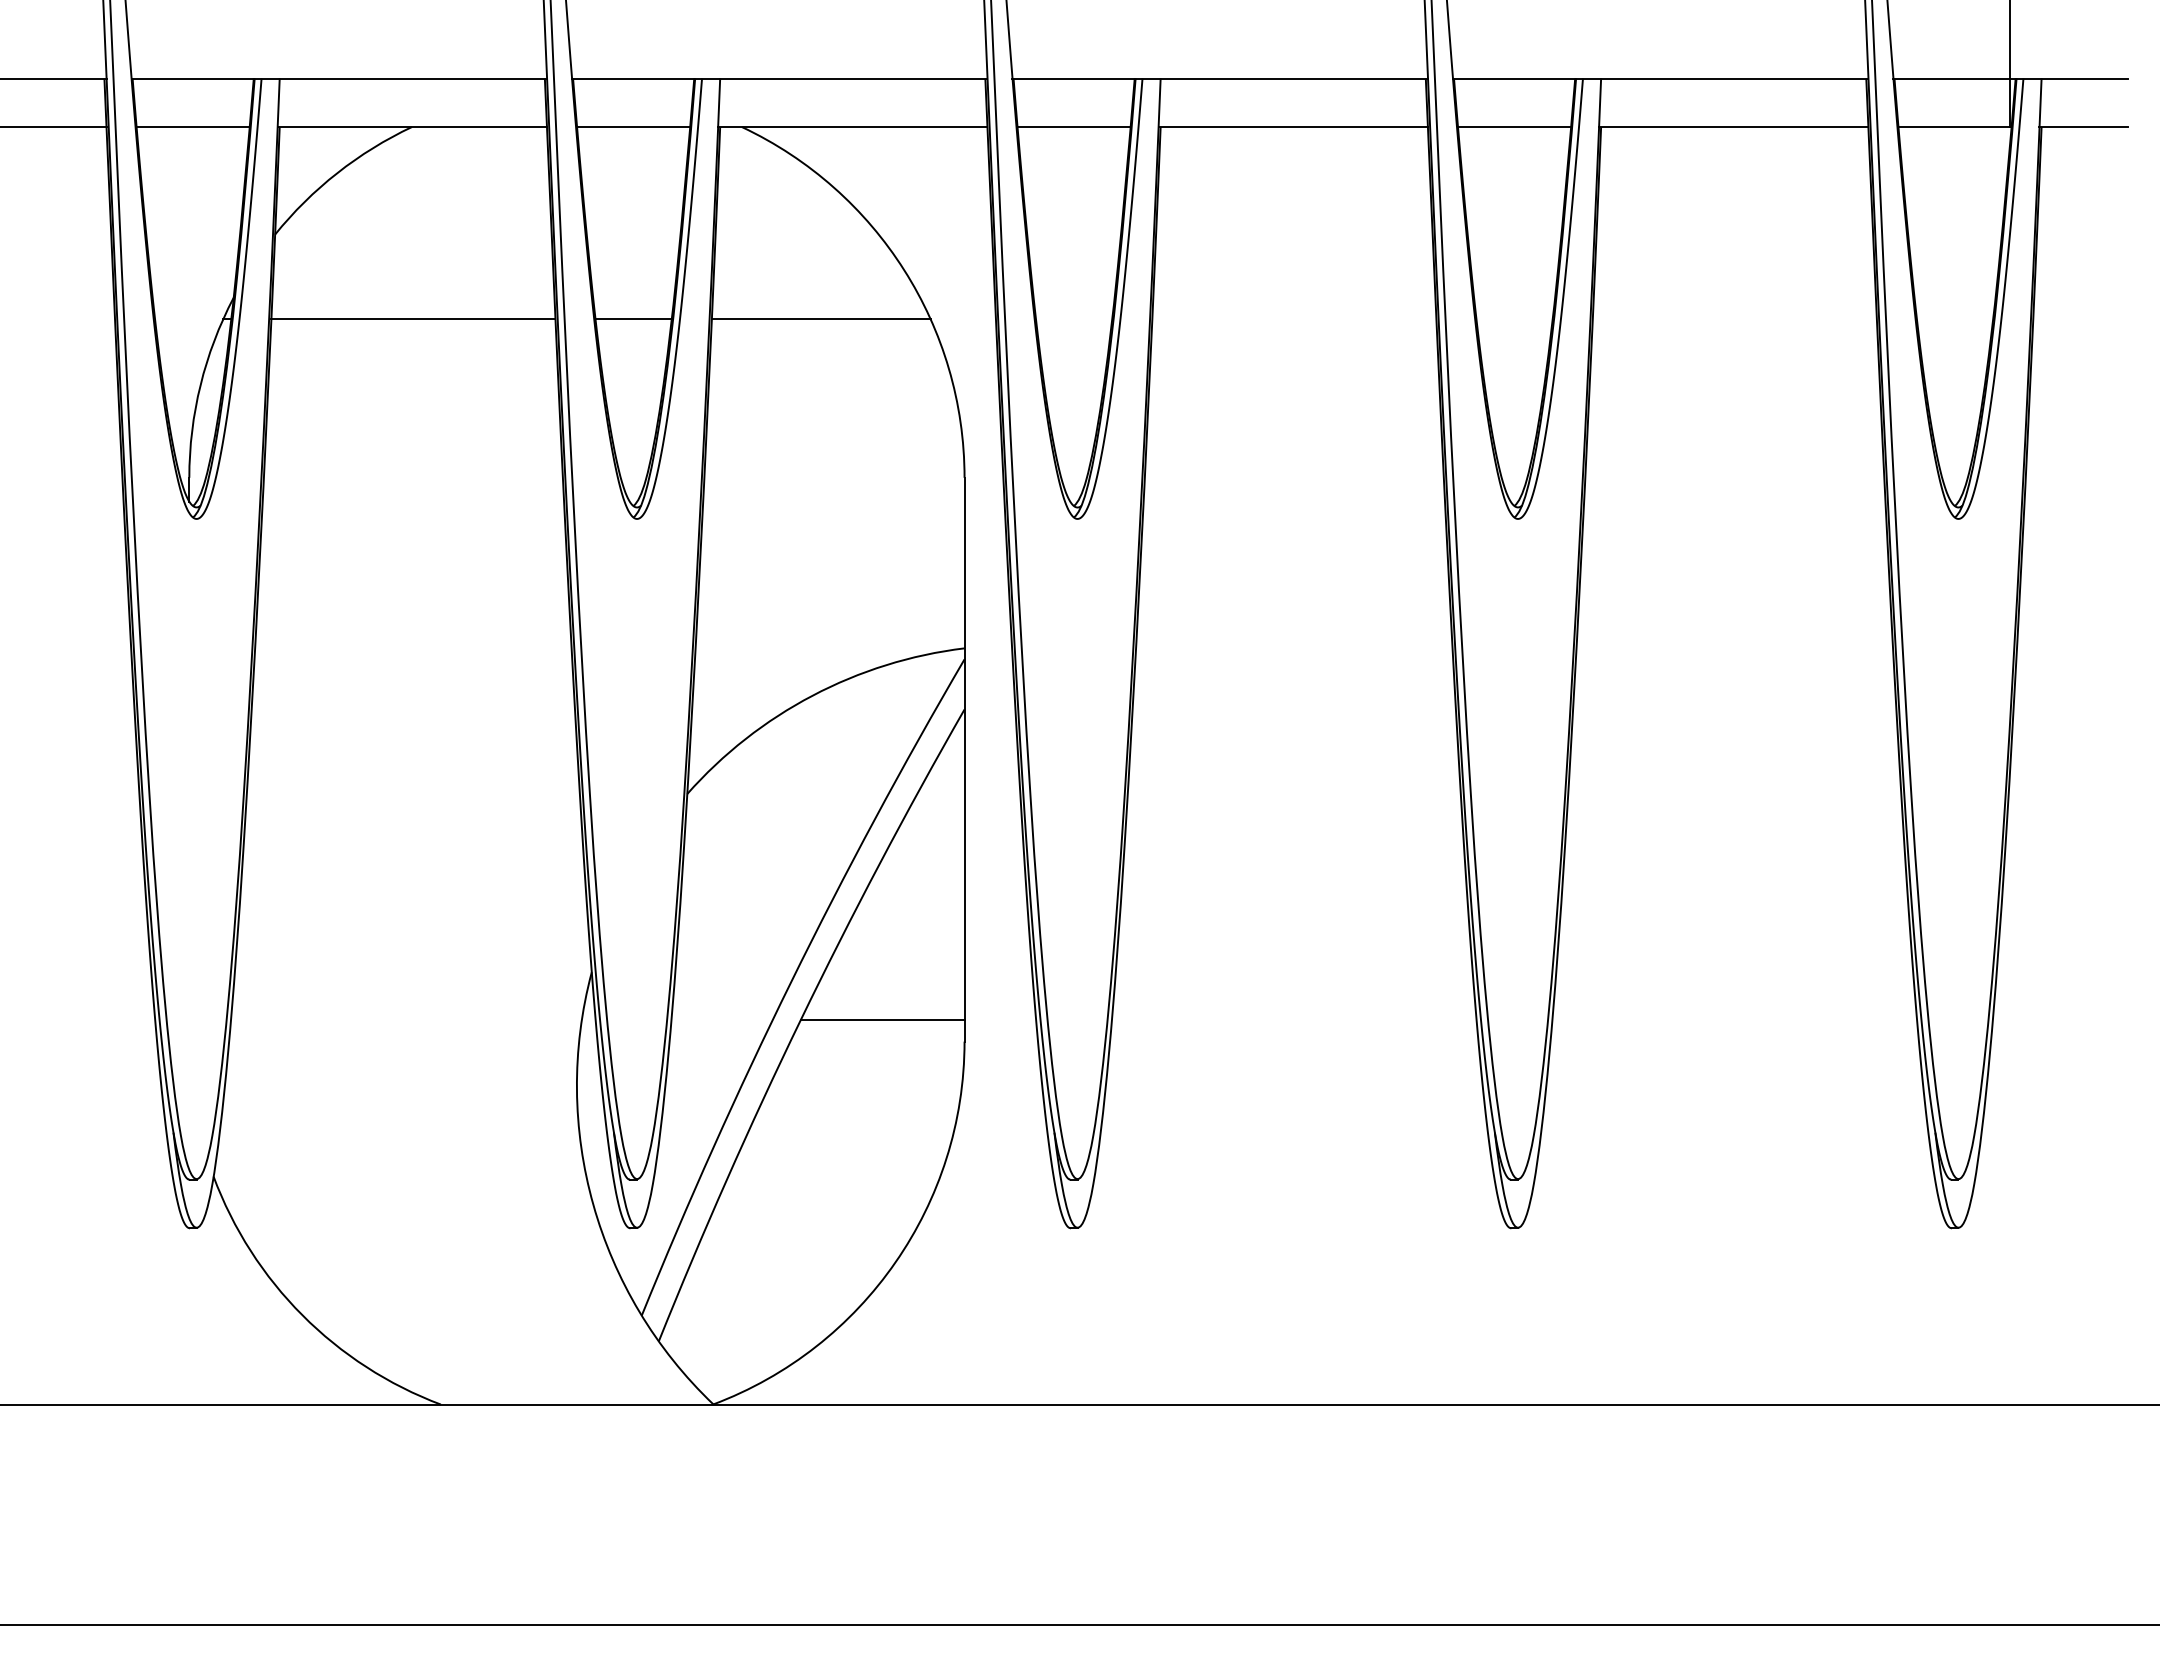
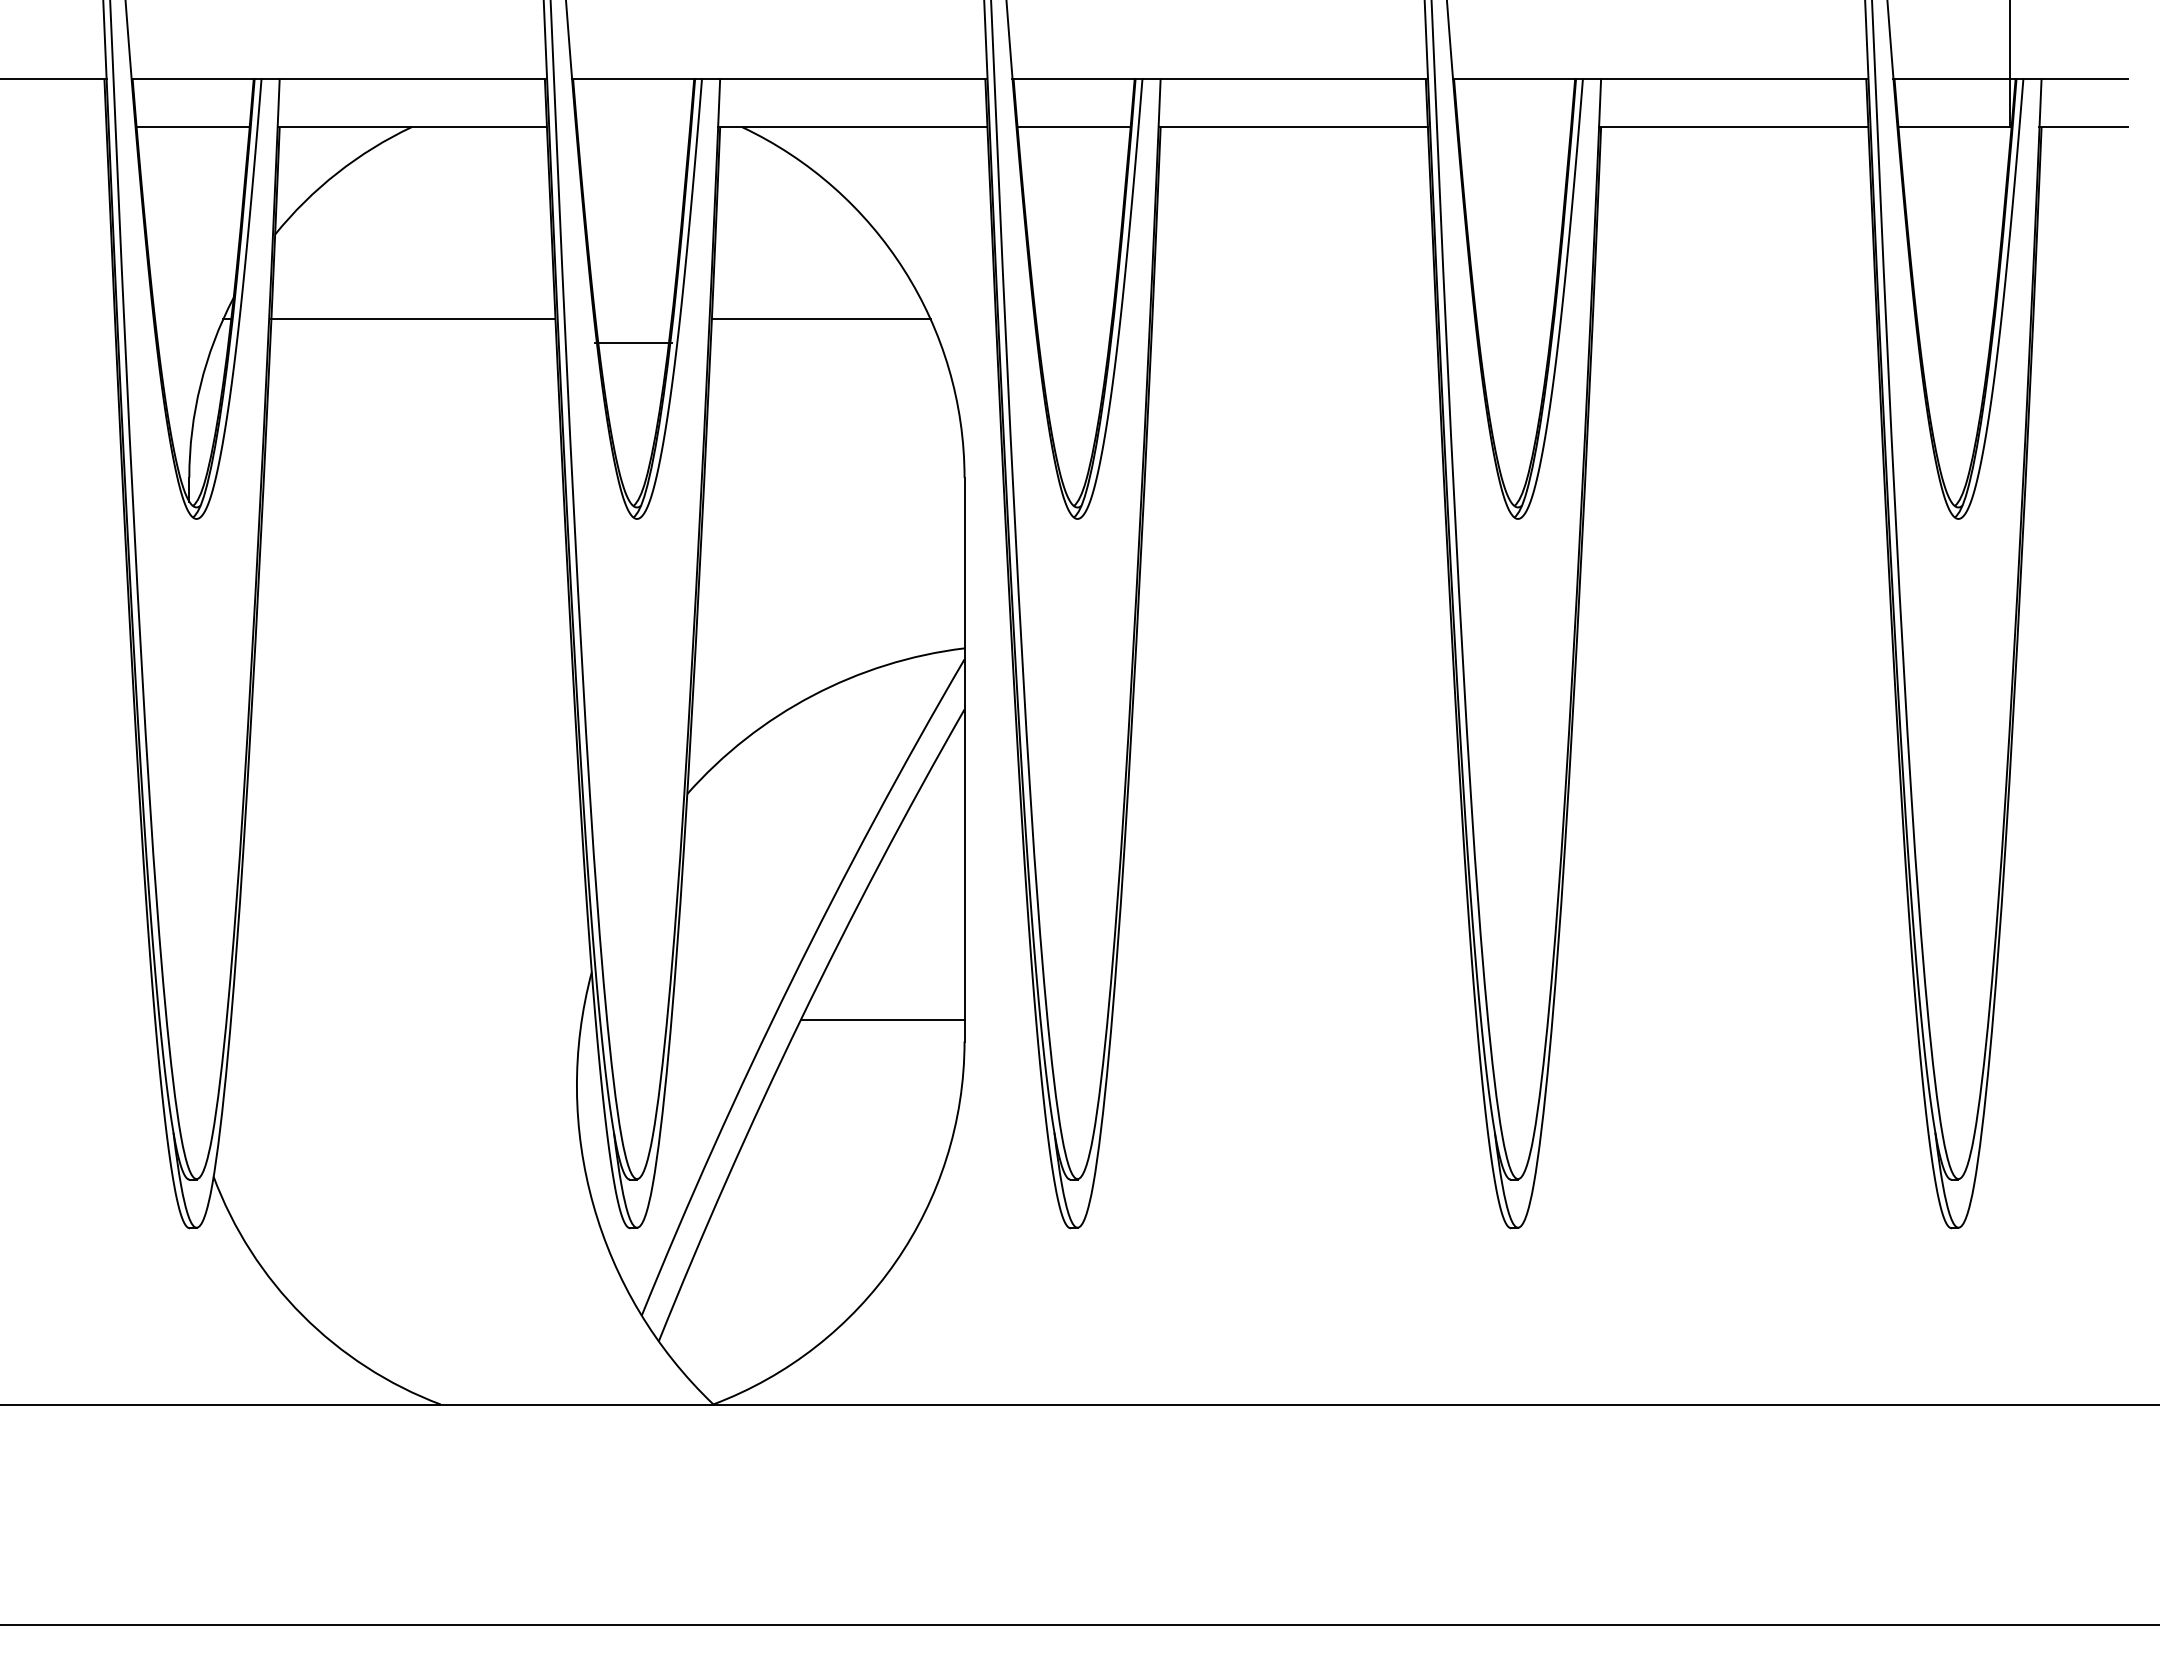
line at (54, 127): present -> none
line at (633, 127): present -> none
line at (1514, 127): present -> none
line at (633, 319) position: (633, 319) -> (633, 343)
